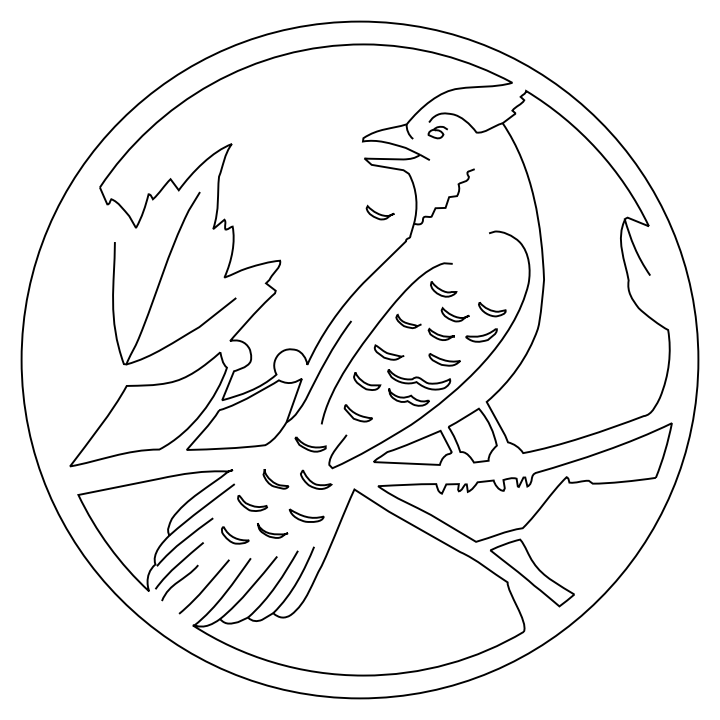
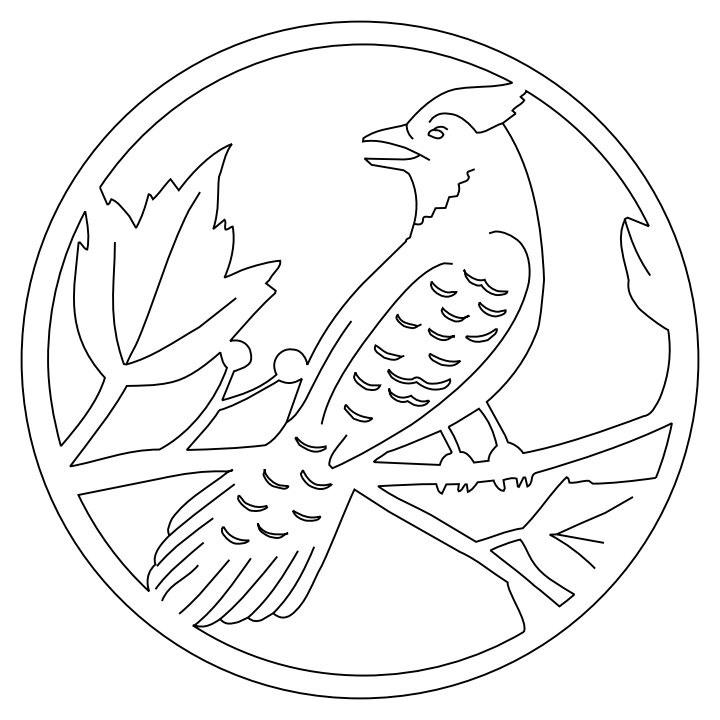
part at (379, 212): present -> none
part at (485, 282): none -> present
part at (76, 328): none -> present
part at (306, 515) size: 37x15 px -> 29x12 px
part at (591, 539): none -> present
